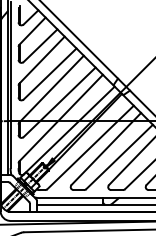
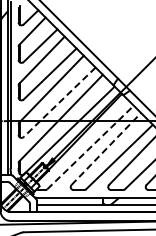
line at (59, 102): solid -> dashed
line at (90, 147): solid -> dashed
line at (106, 148): solid -> dashed
